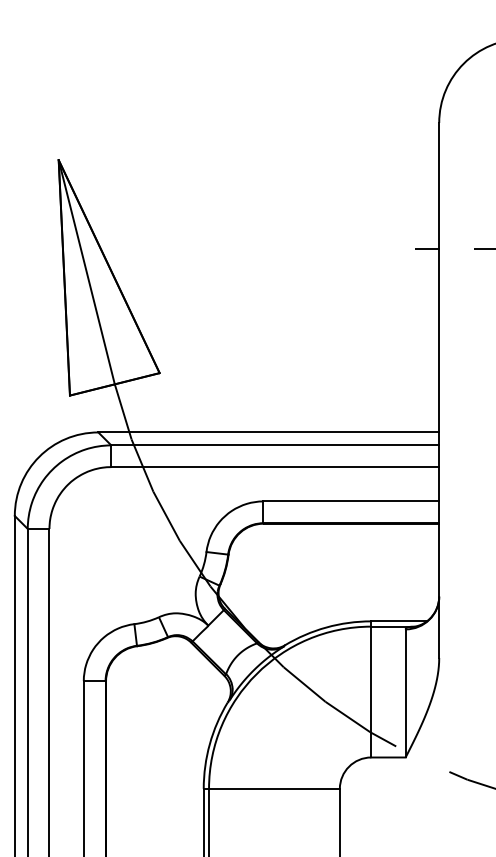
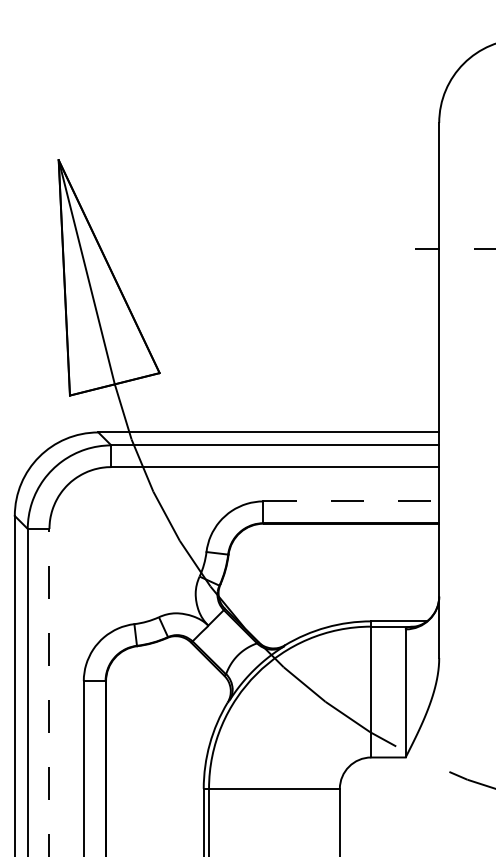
line at (351, 501): solid -> dashed
line at (49, 692): solid -> dashed
